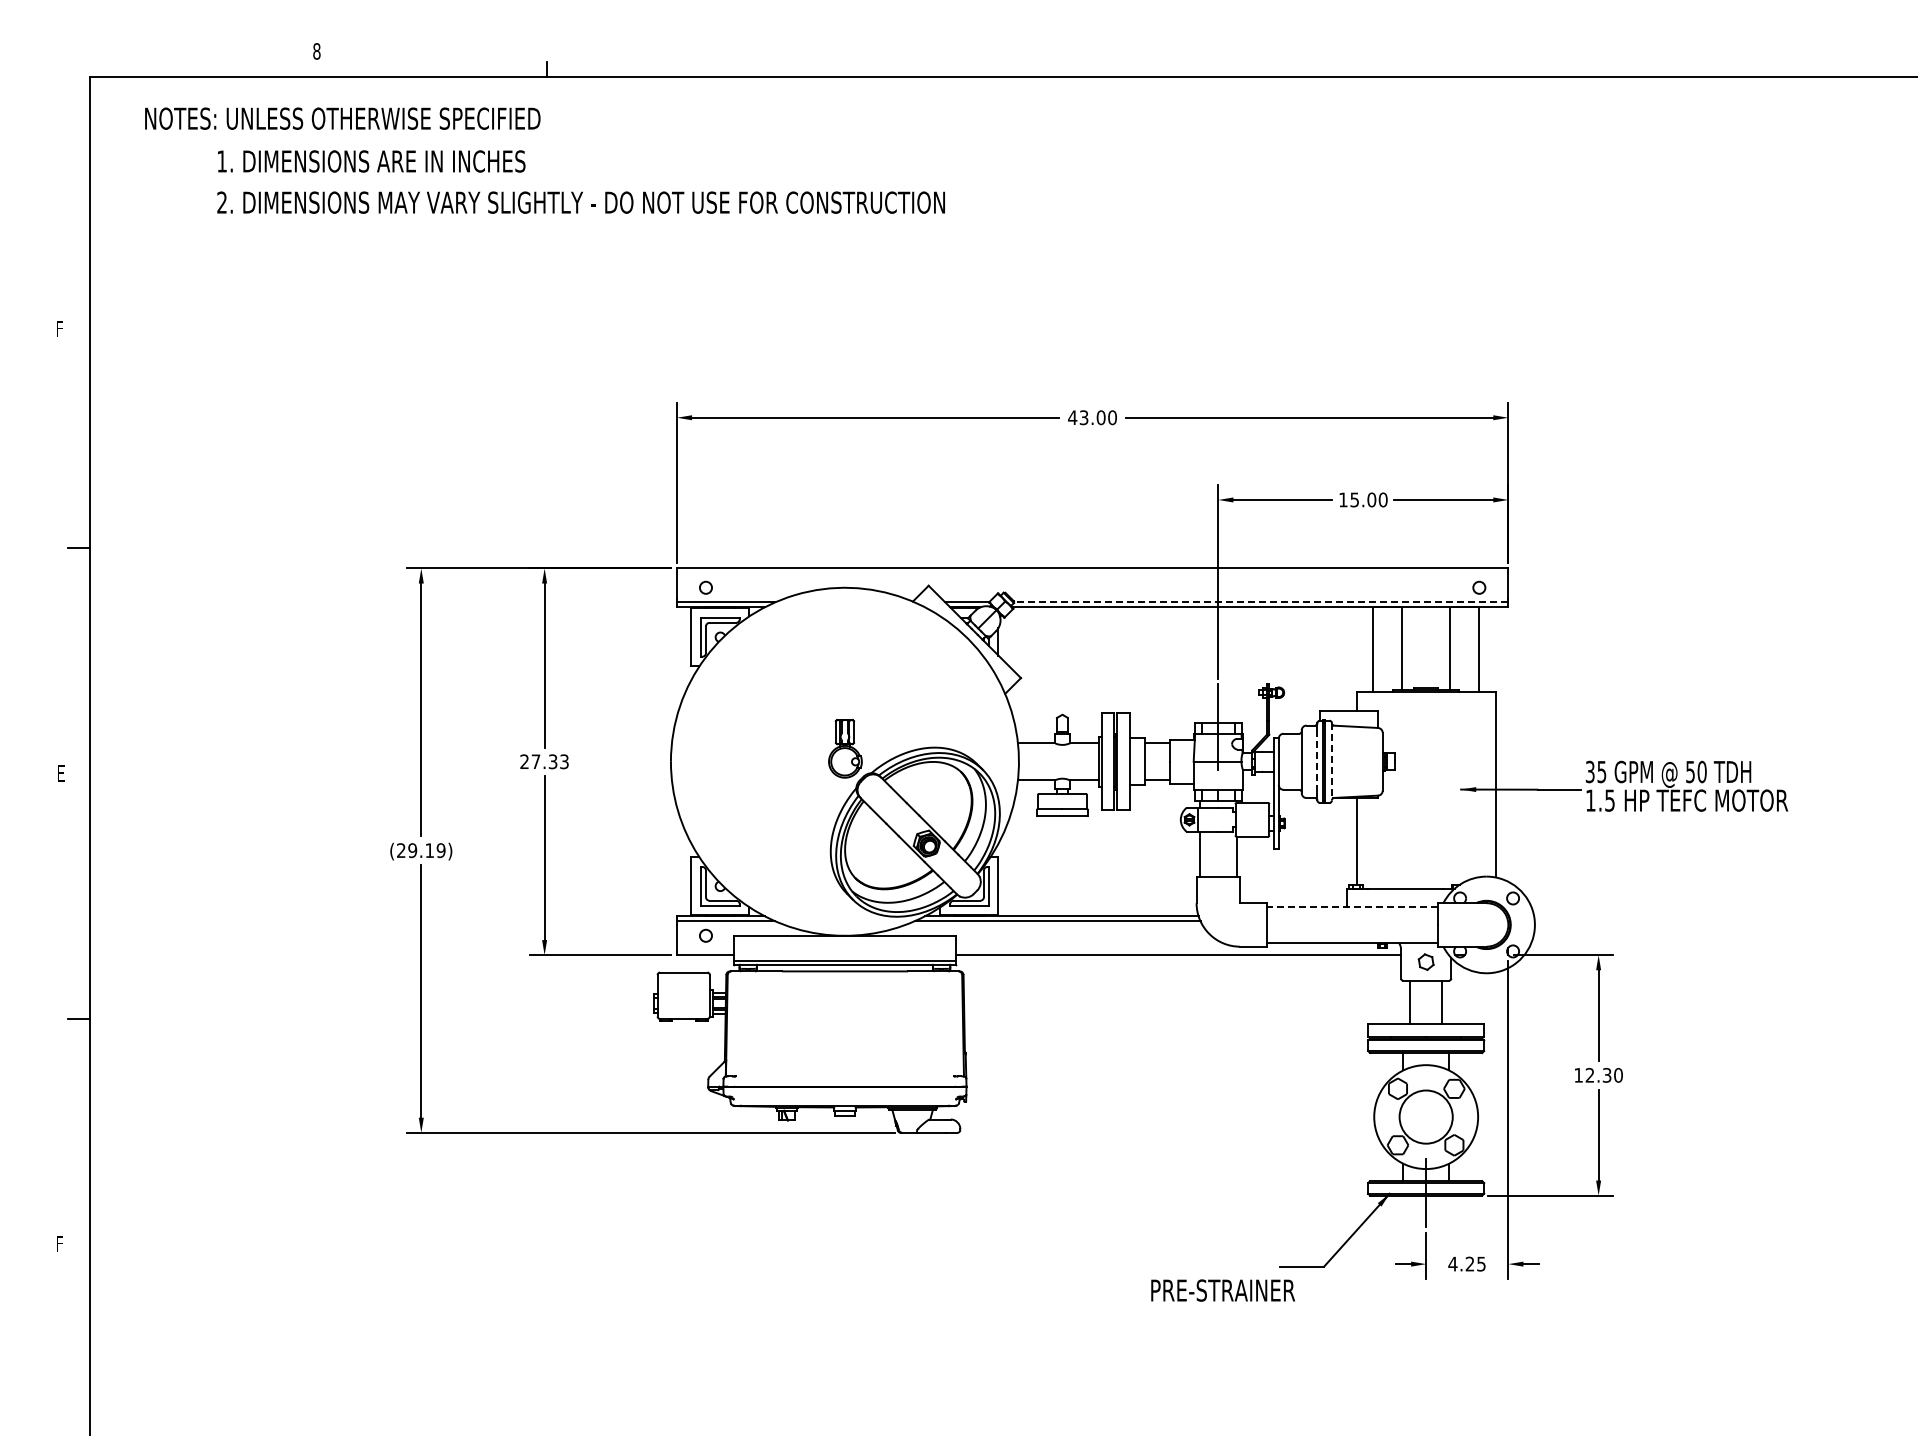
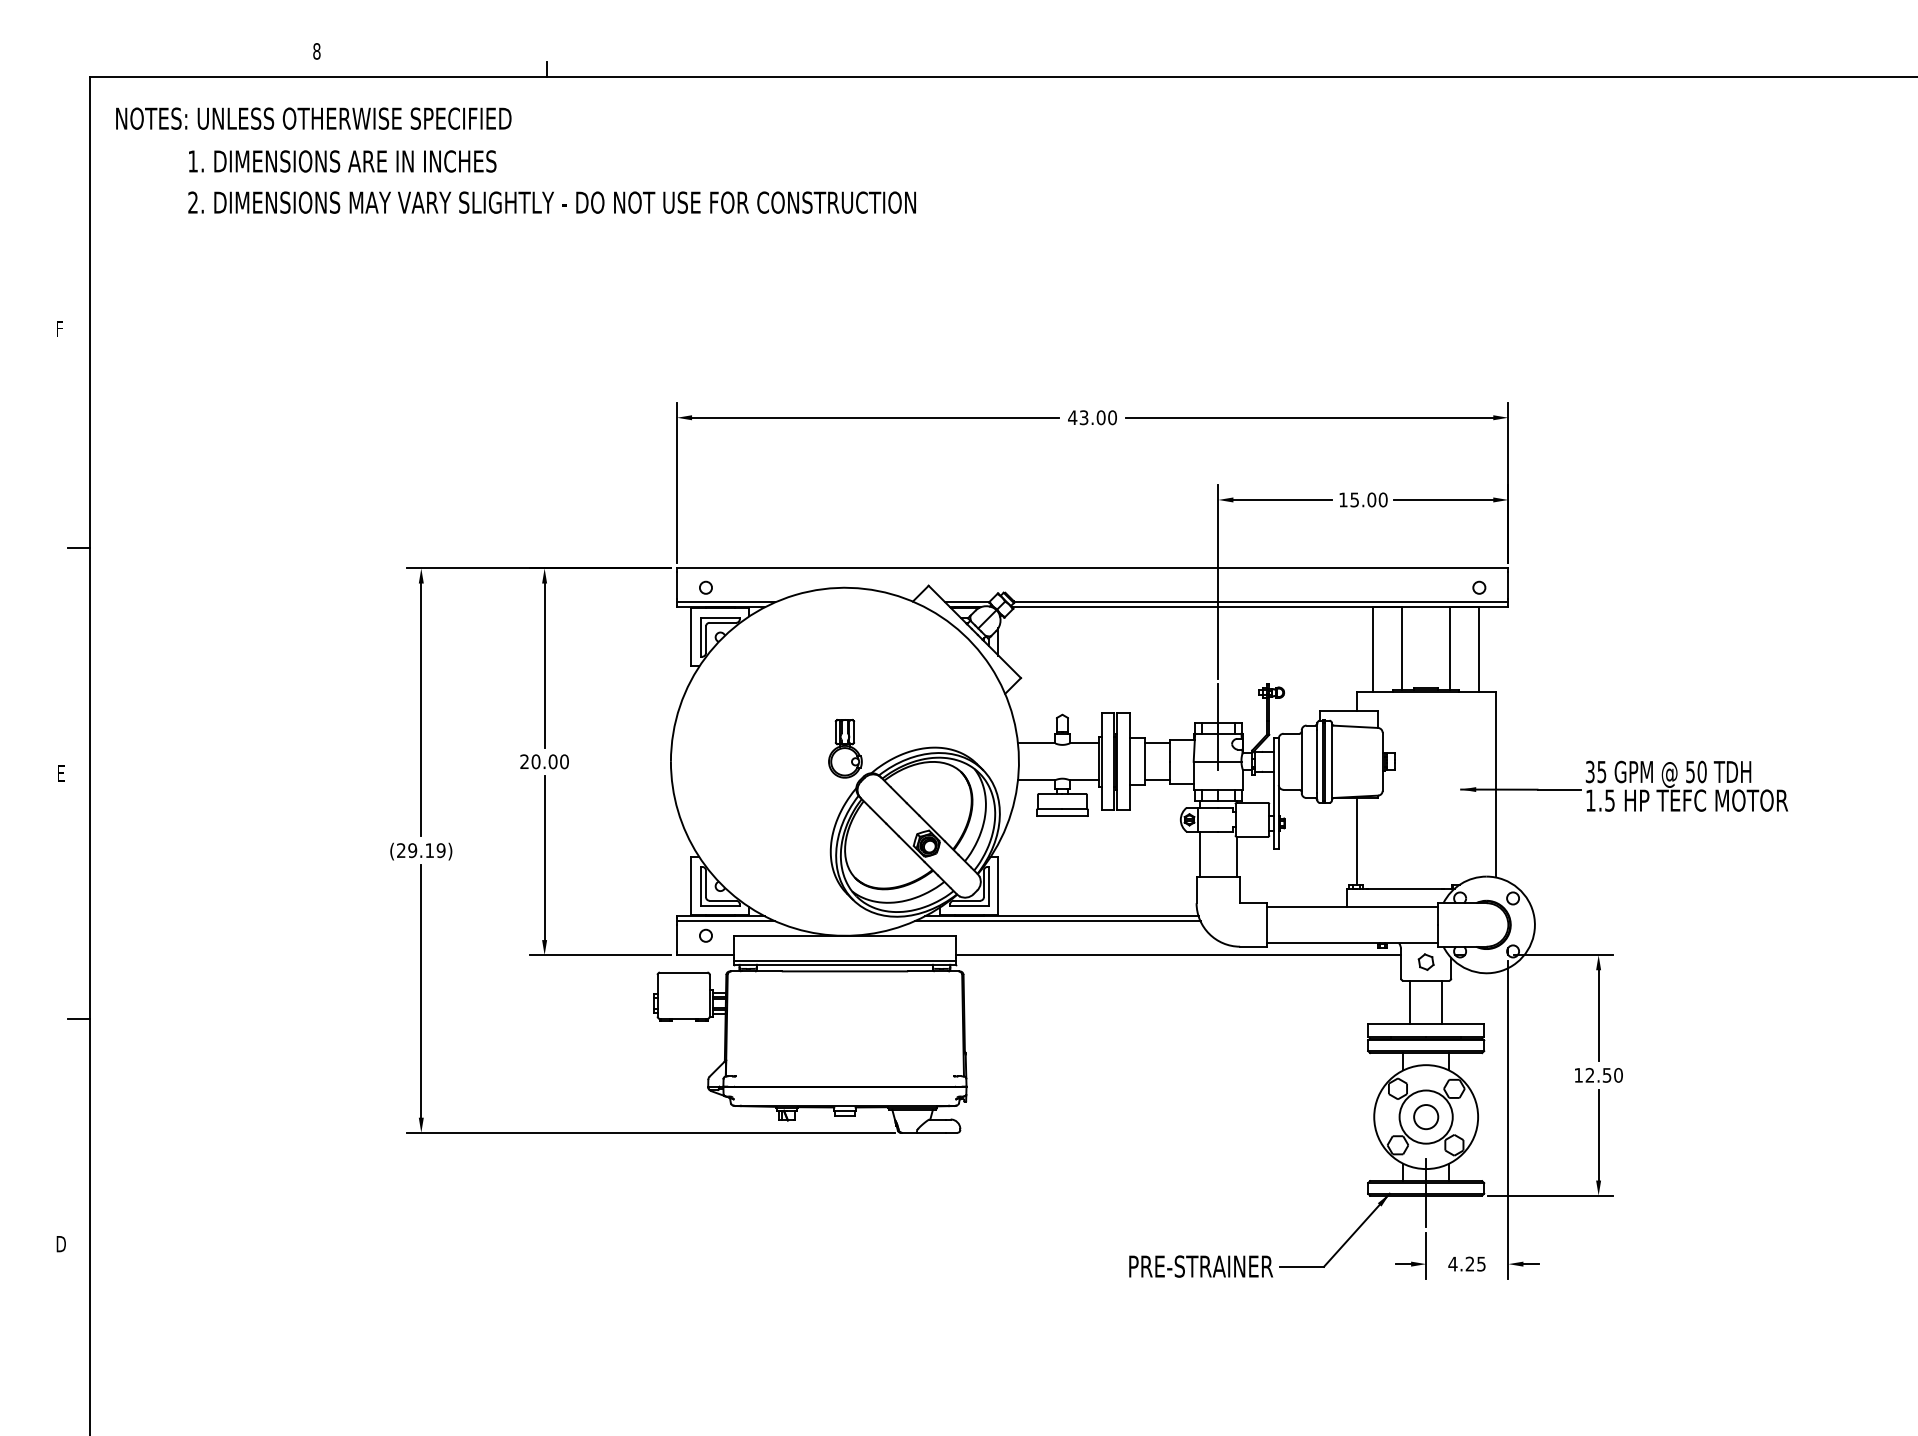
part at (525, 163) position: (525, 163) -> (496, 163)
line at (1260, 602): dashed -> solid
text at (549, 761): 27.33 -> 20.00
line at (1331, 761): dashed -> solid
line at (1317, 762): dashed -> solid
line at (1352, 906): dashed -> solid
text at (1607, 1074): 12.30 -> 12.50
circle at (1426, 1117): none -> present
text at (60, 1244): F -> D
text at (1223, 1290) position: (1223, 1290) -> (1201, 1266)
